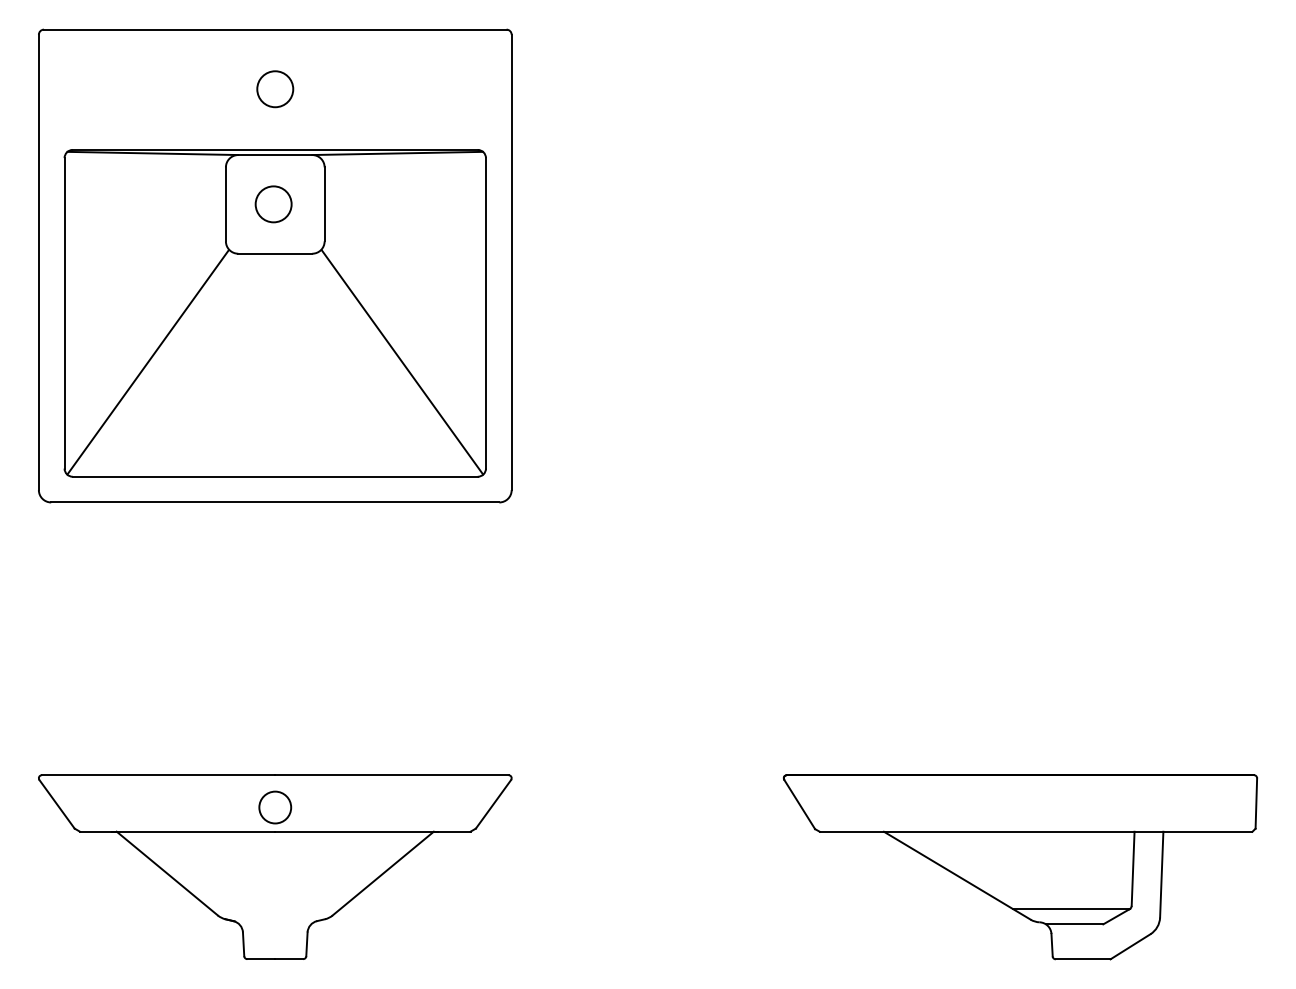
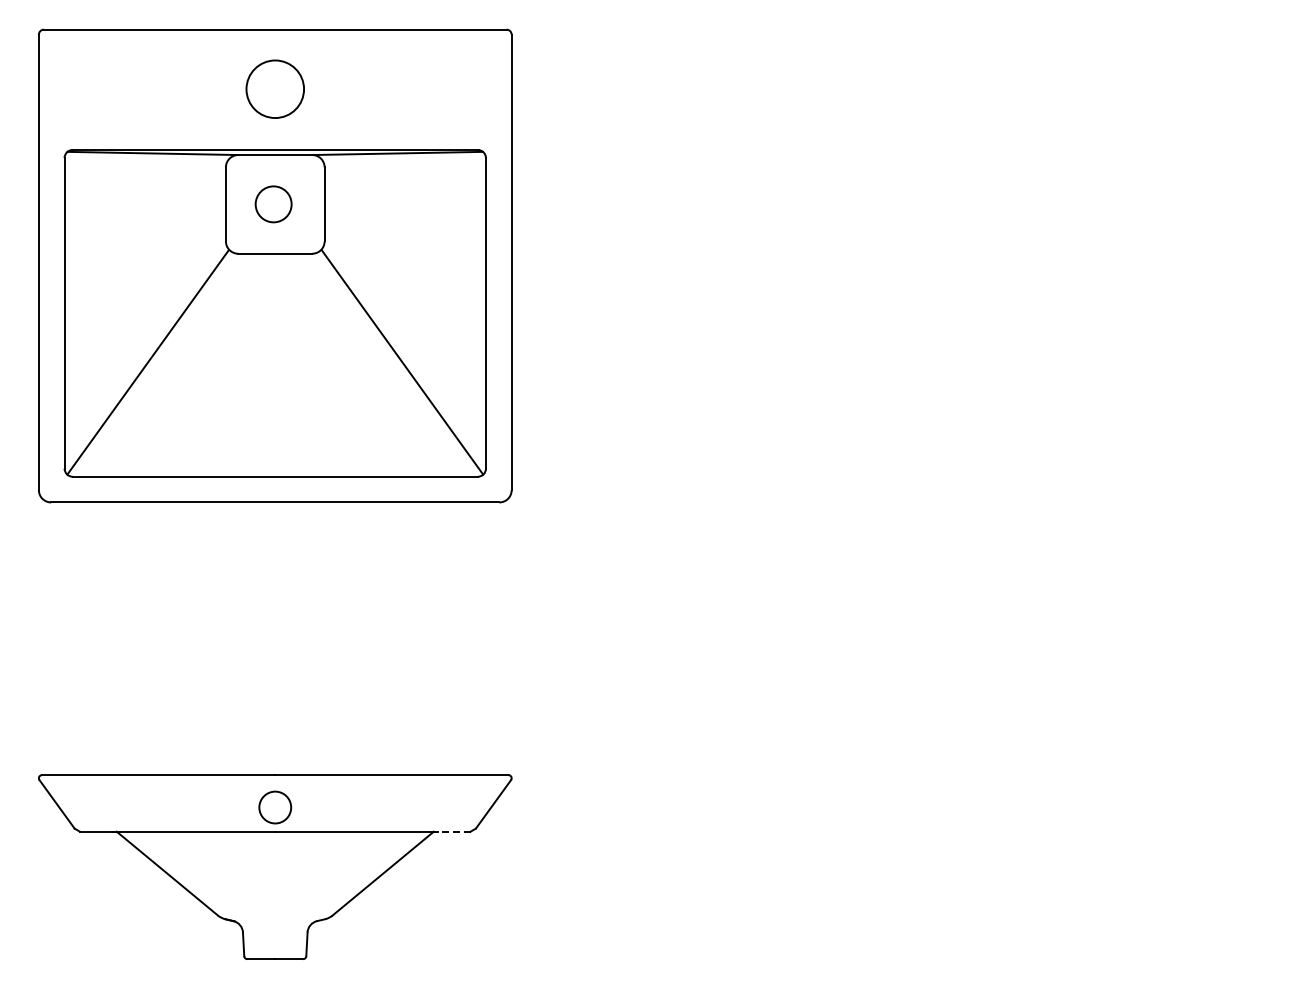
circle at (275, 89) diameter: 36 px -> 58 px
line at (451, 831): solid -> dashed
part at (1020, 867): present -> none
